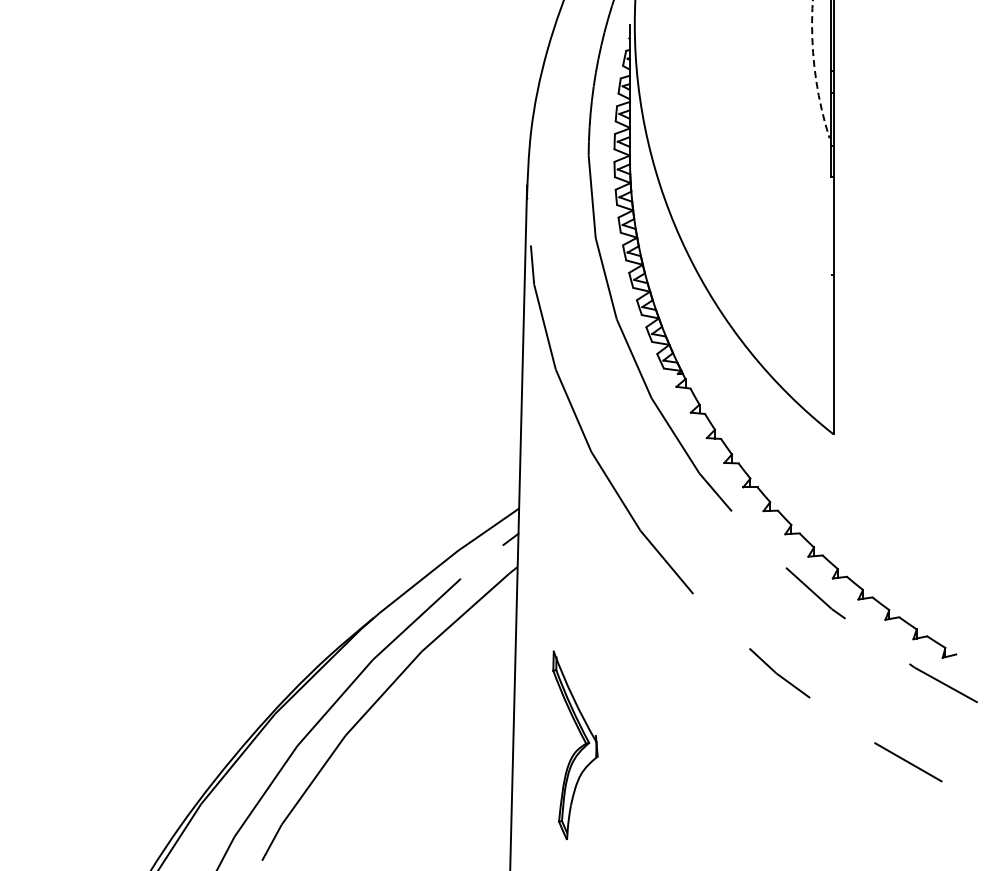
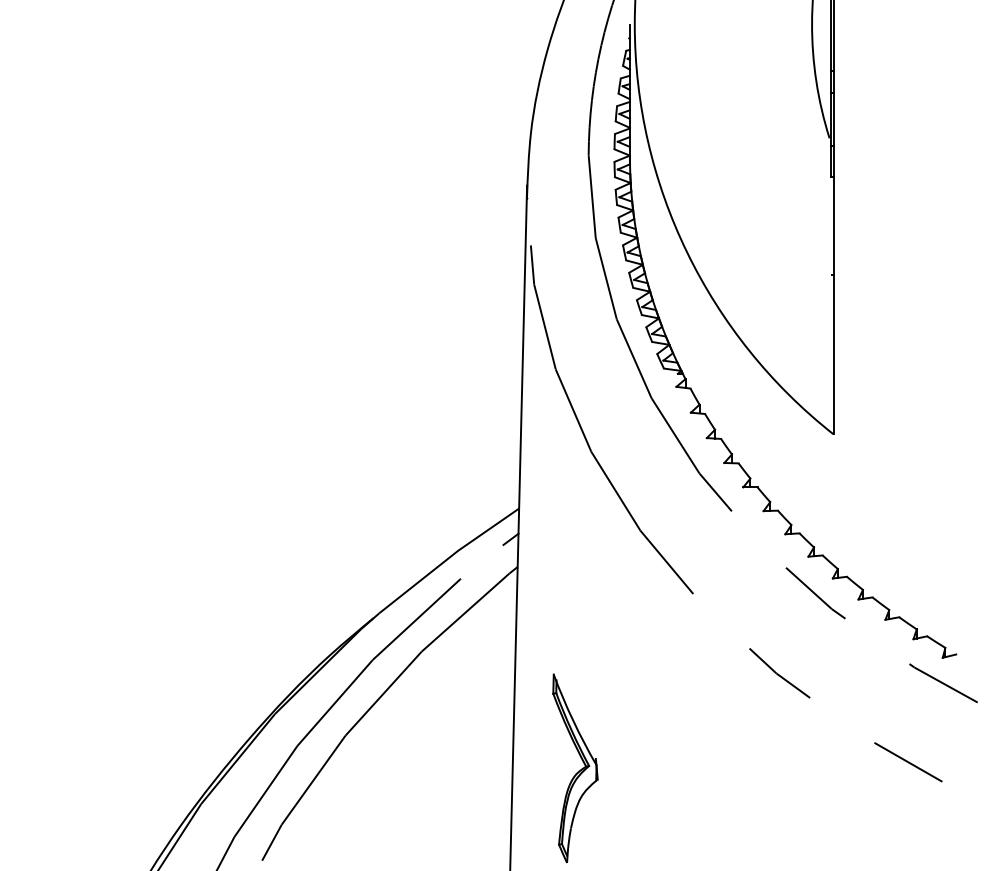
arc at (814, 69): dashed -> solid
part at (575, 745) position: (575, 745) -> (575, 768)
